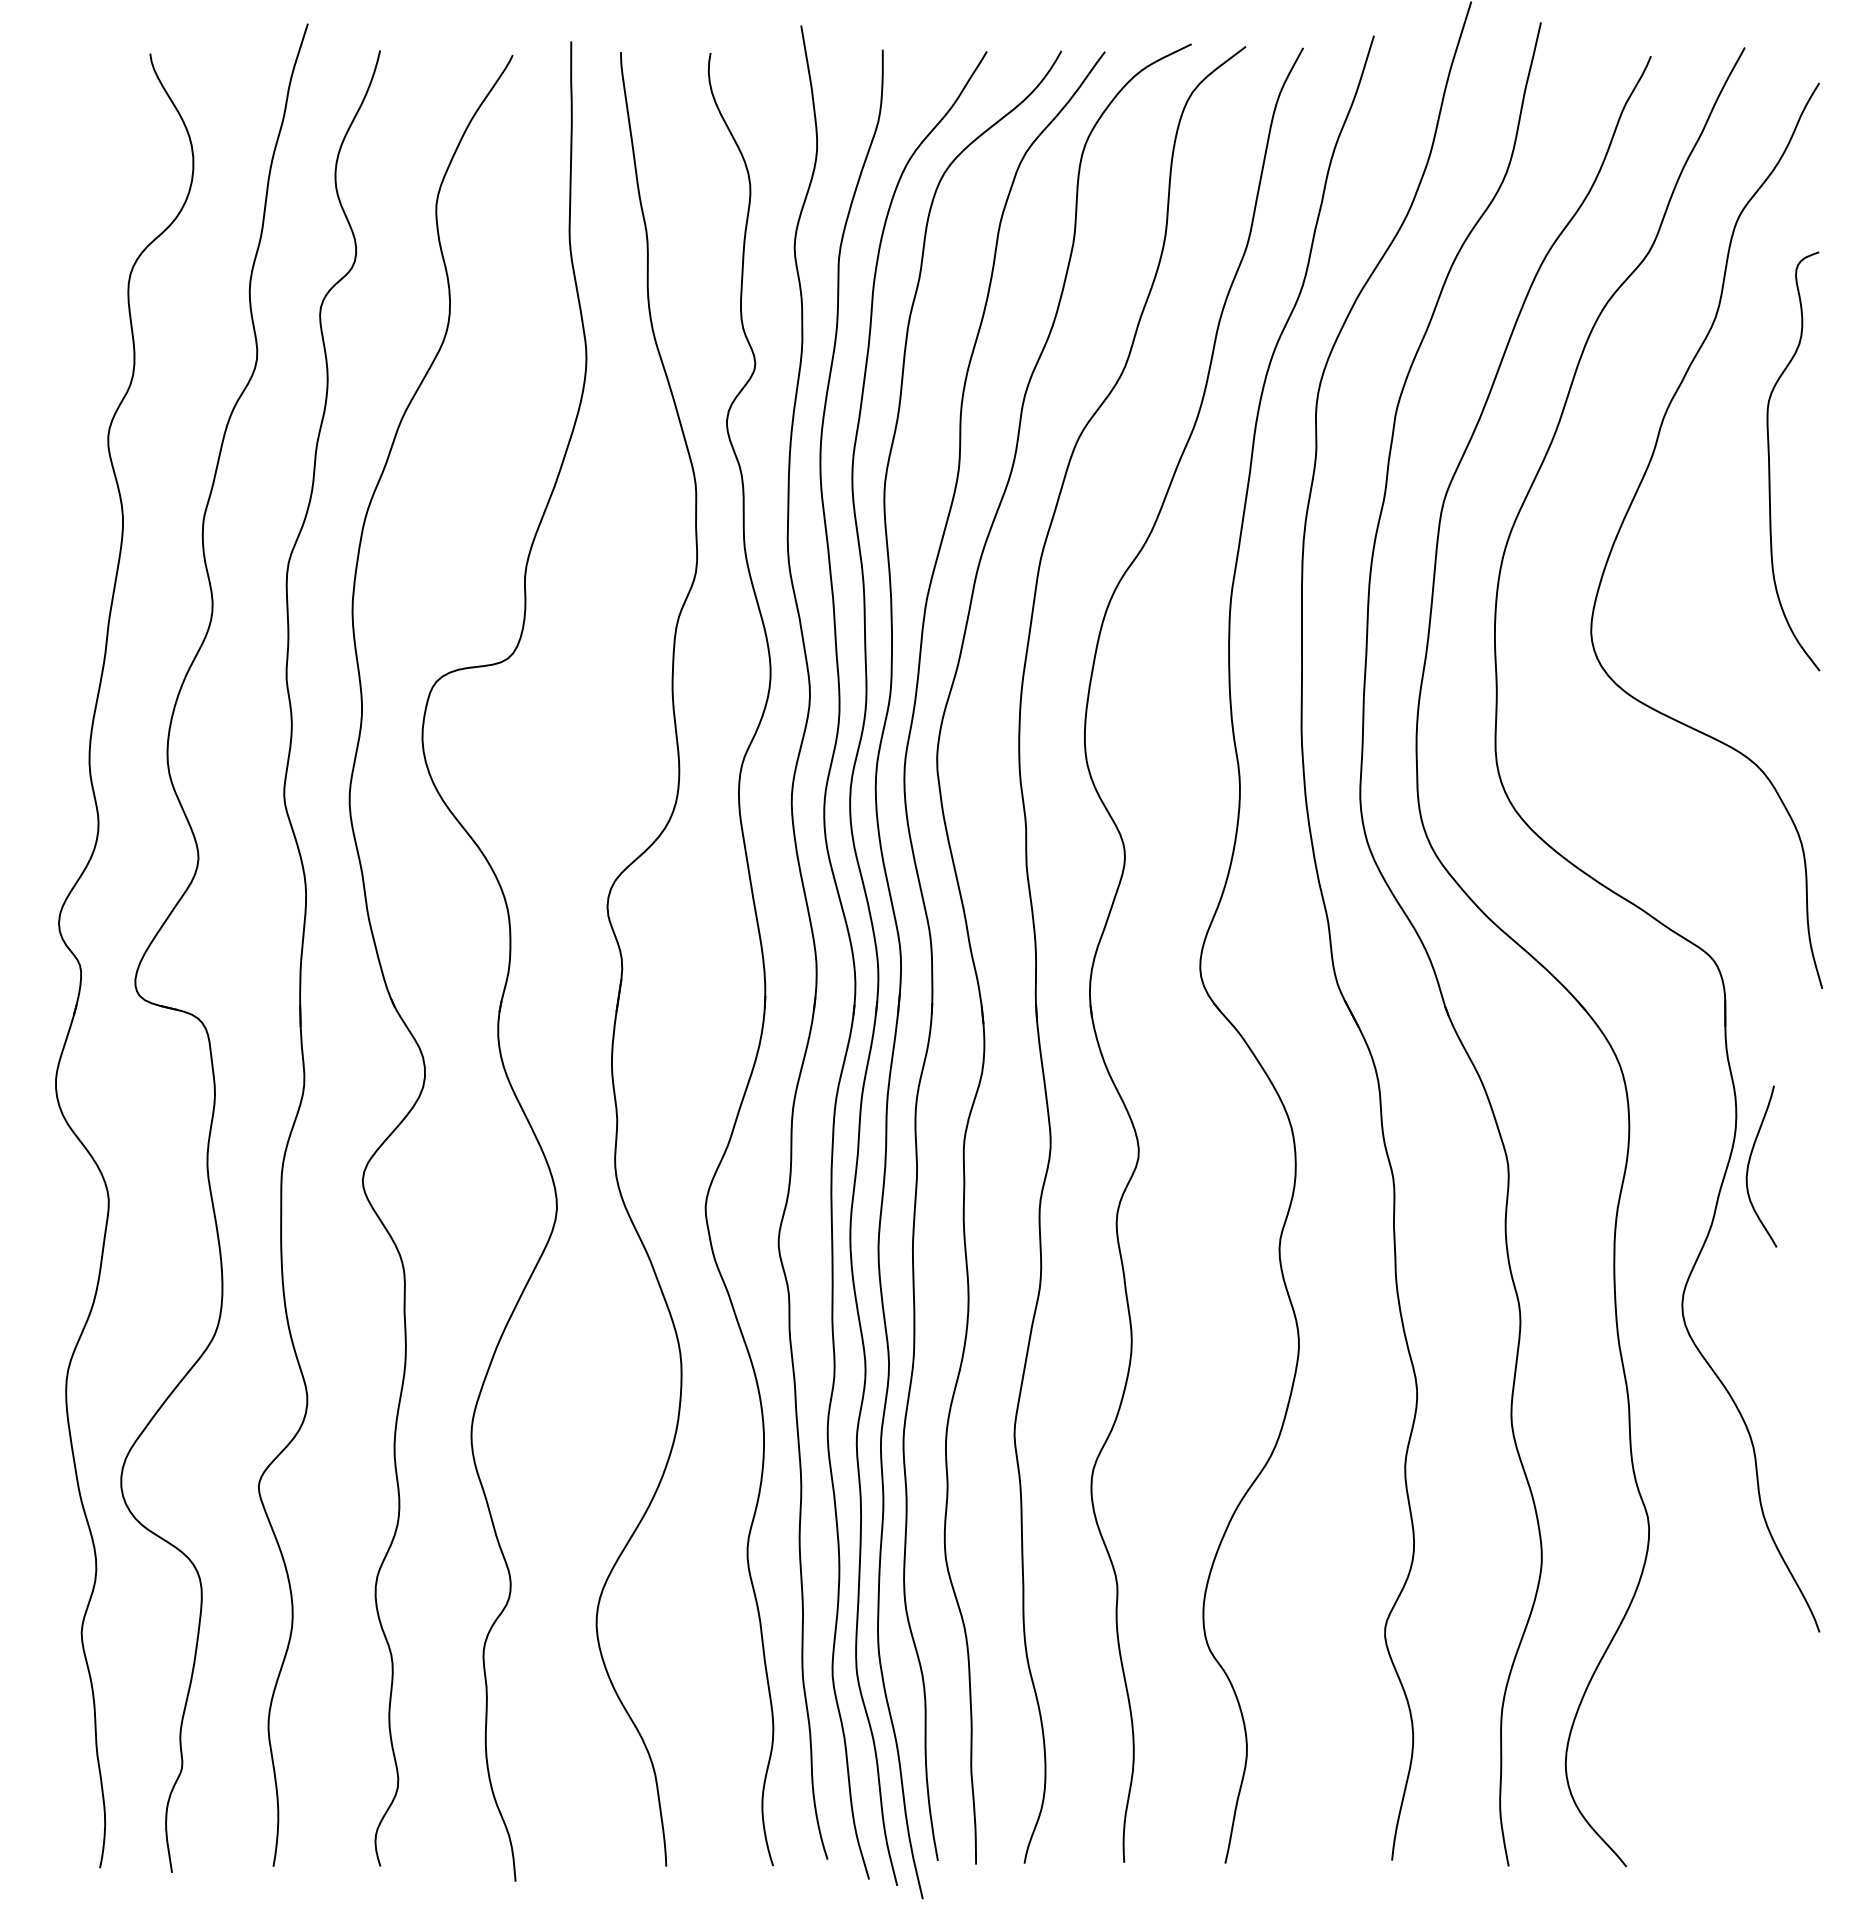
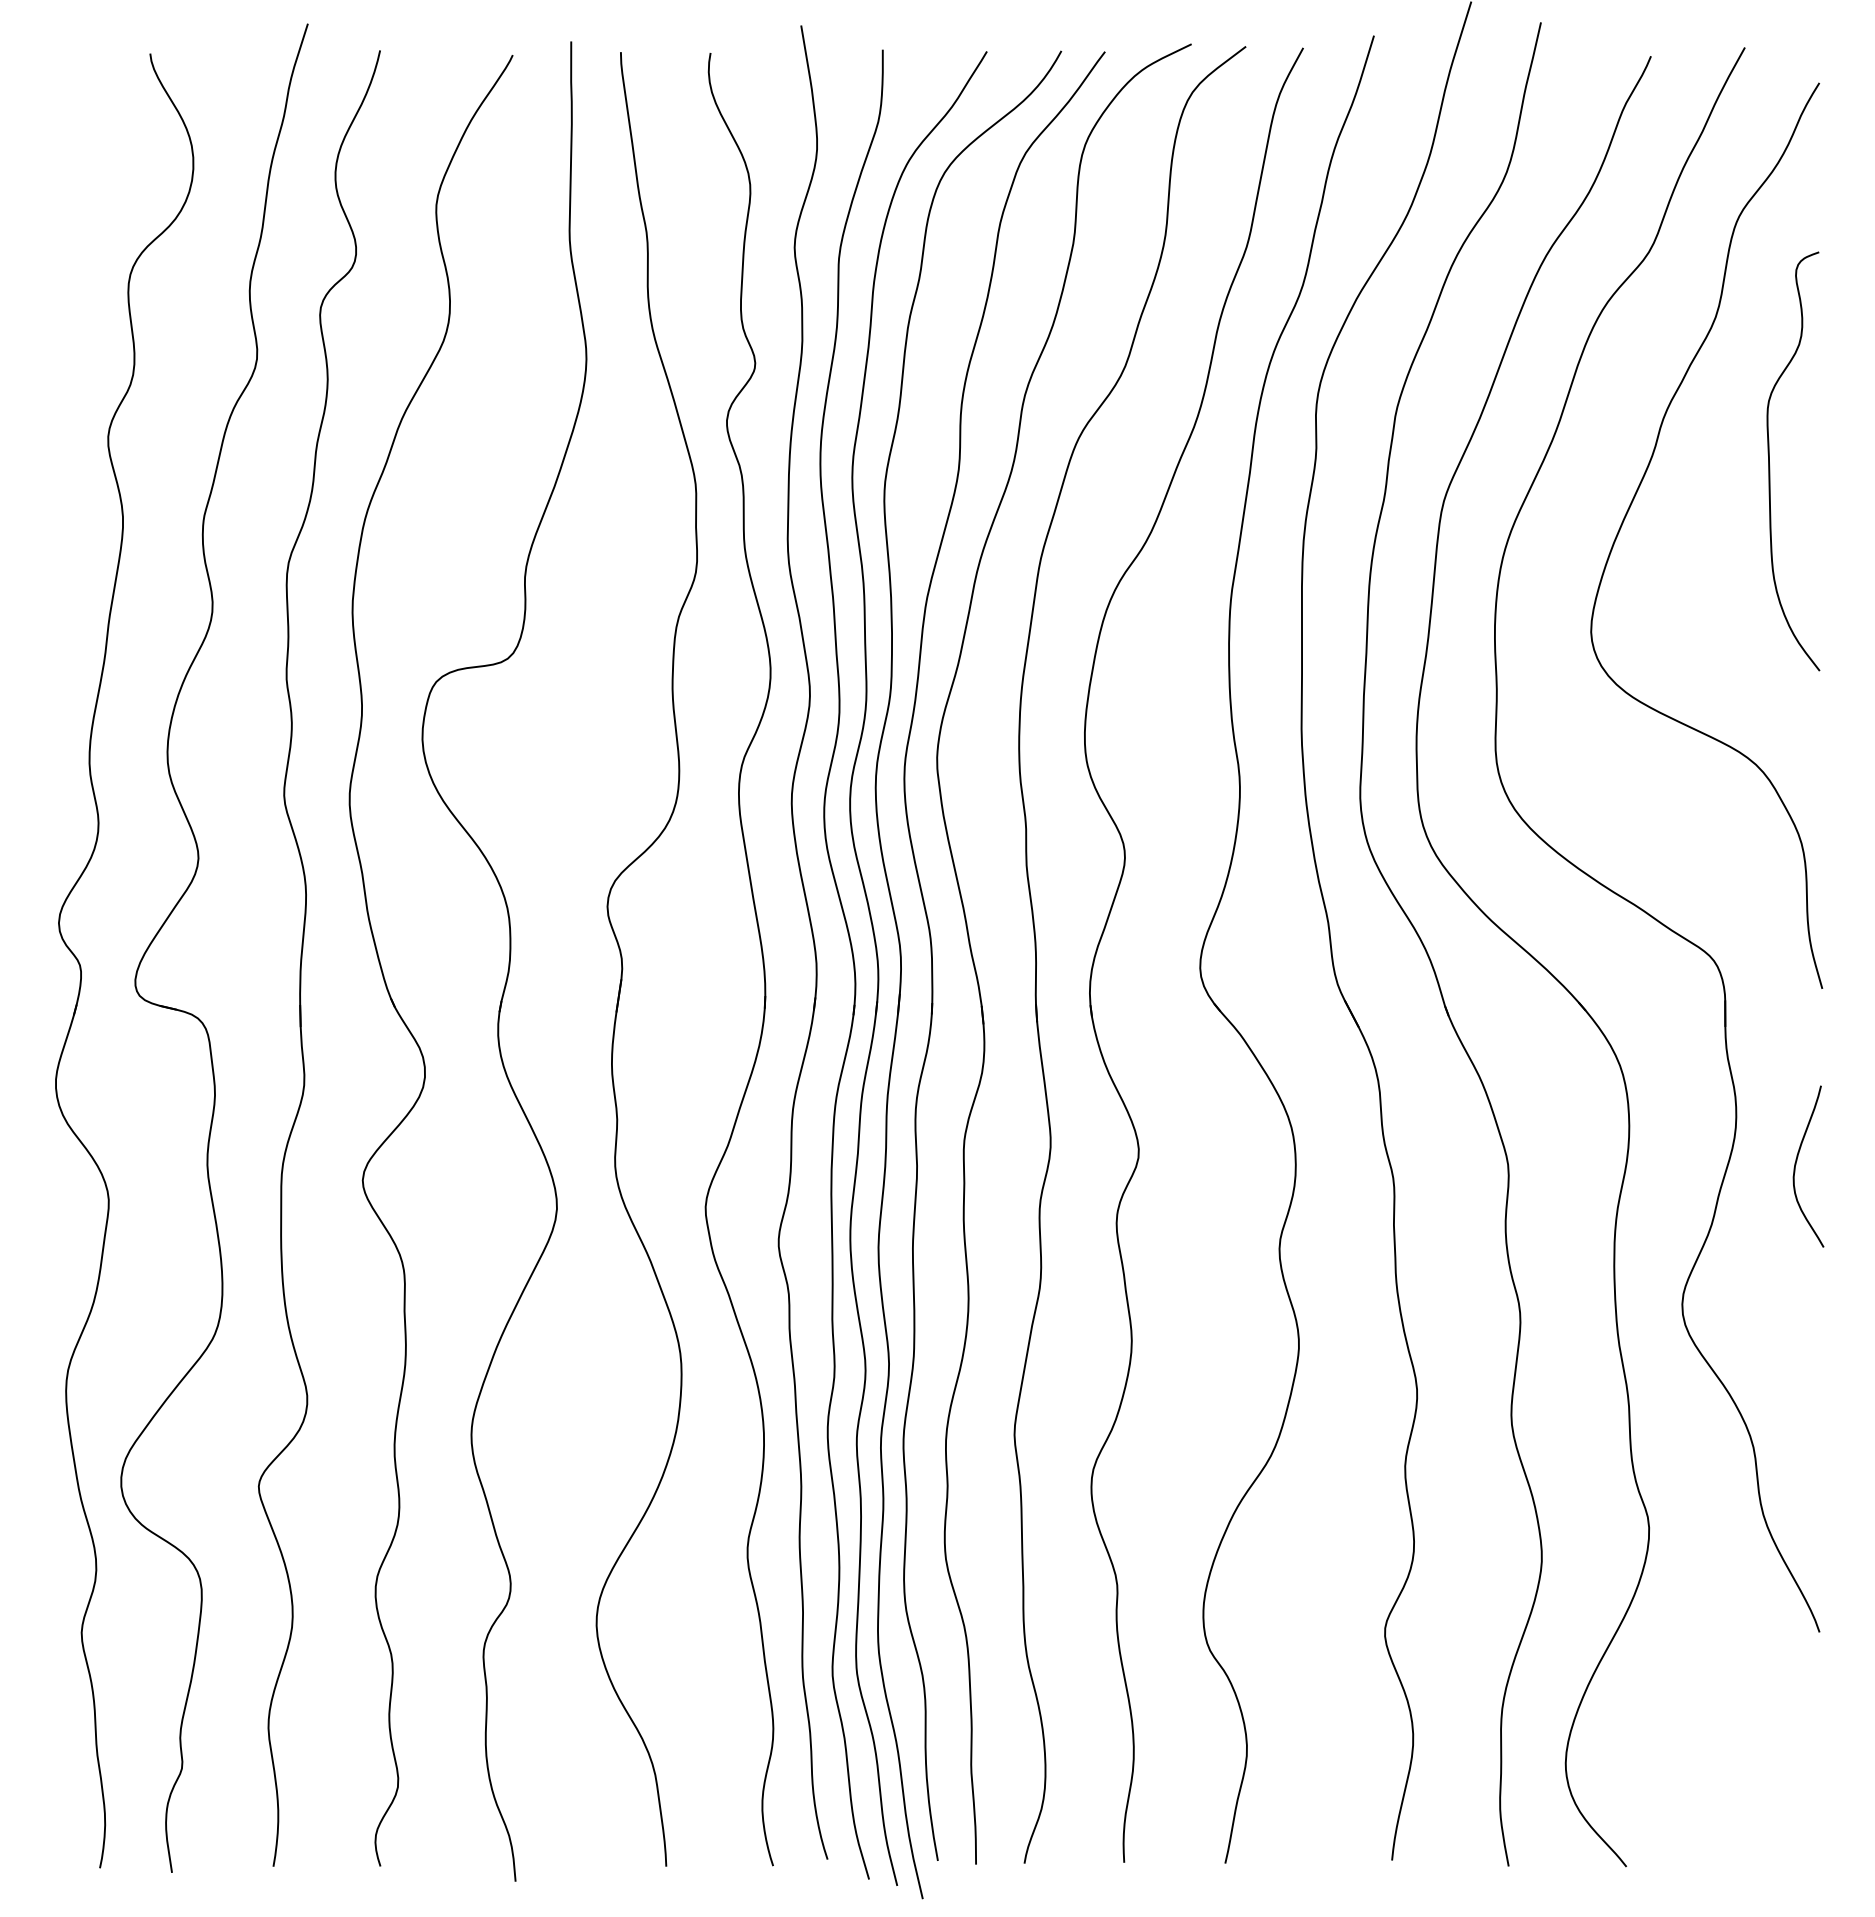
curve at (1749, 1165) position: (1749, 1165) -> (1796, 1165)
